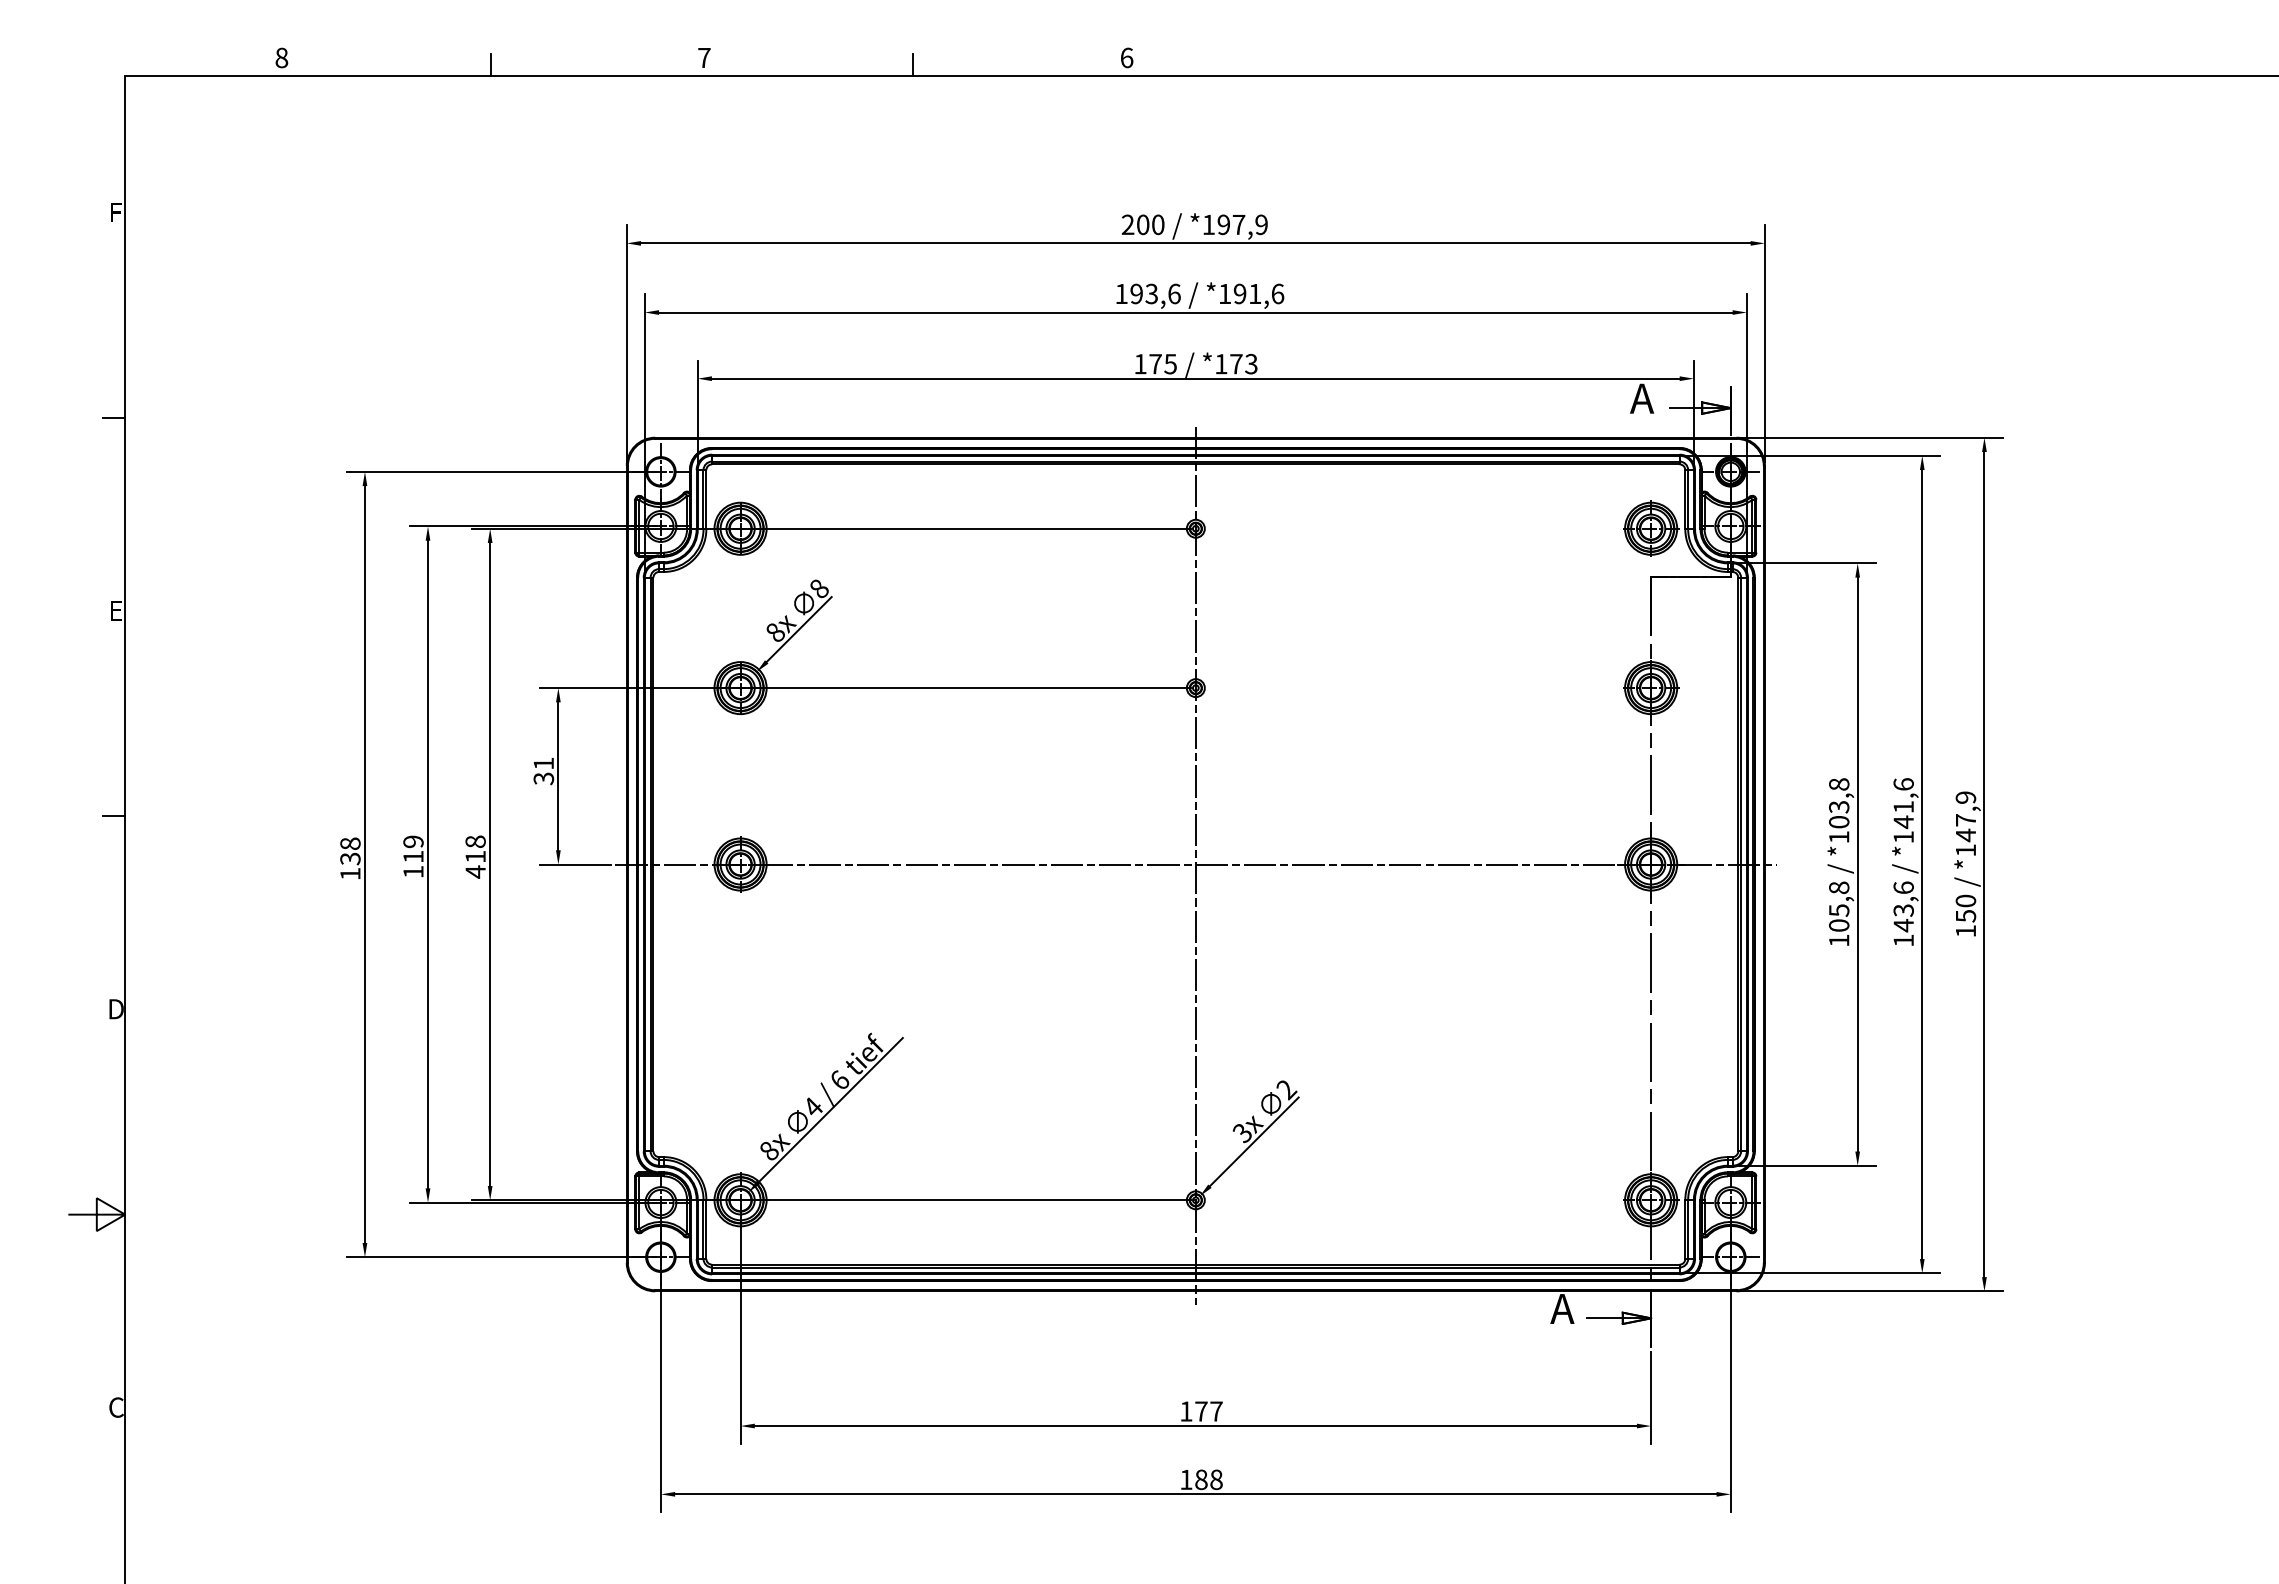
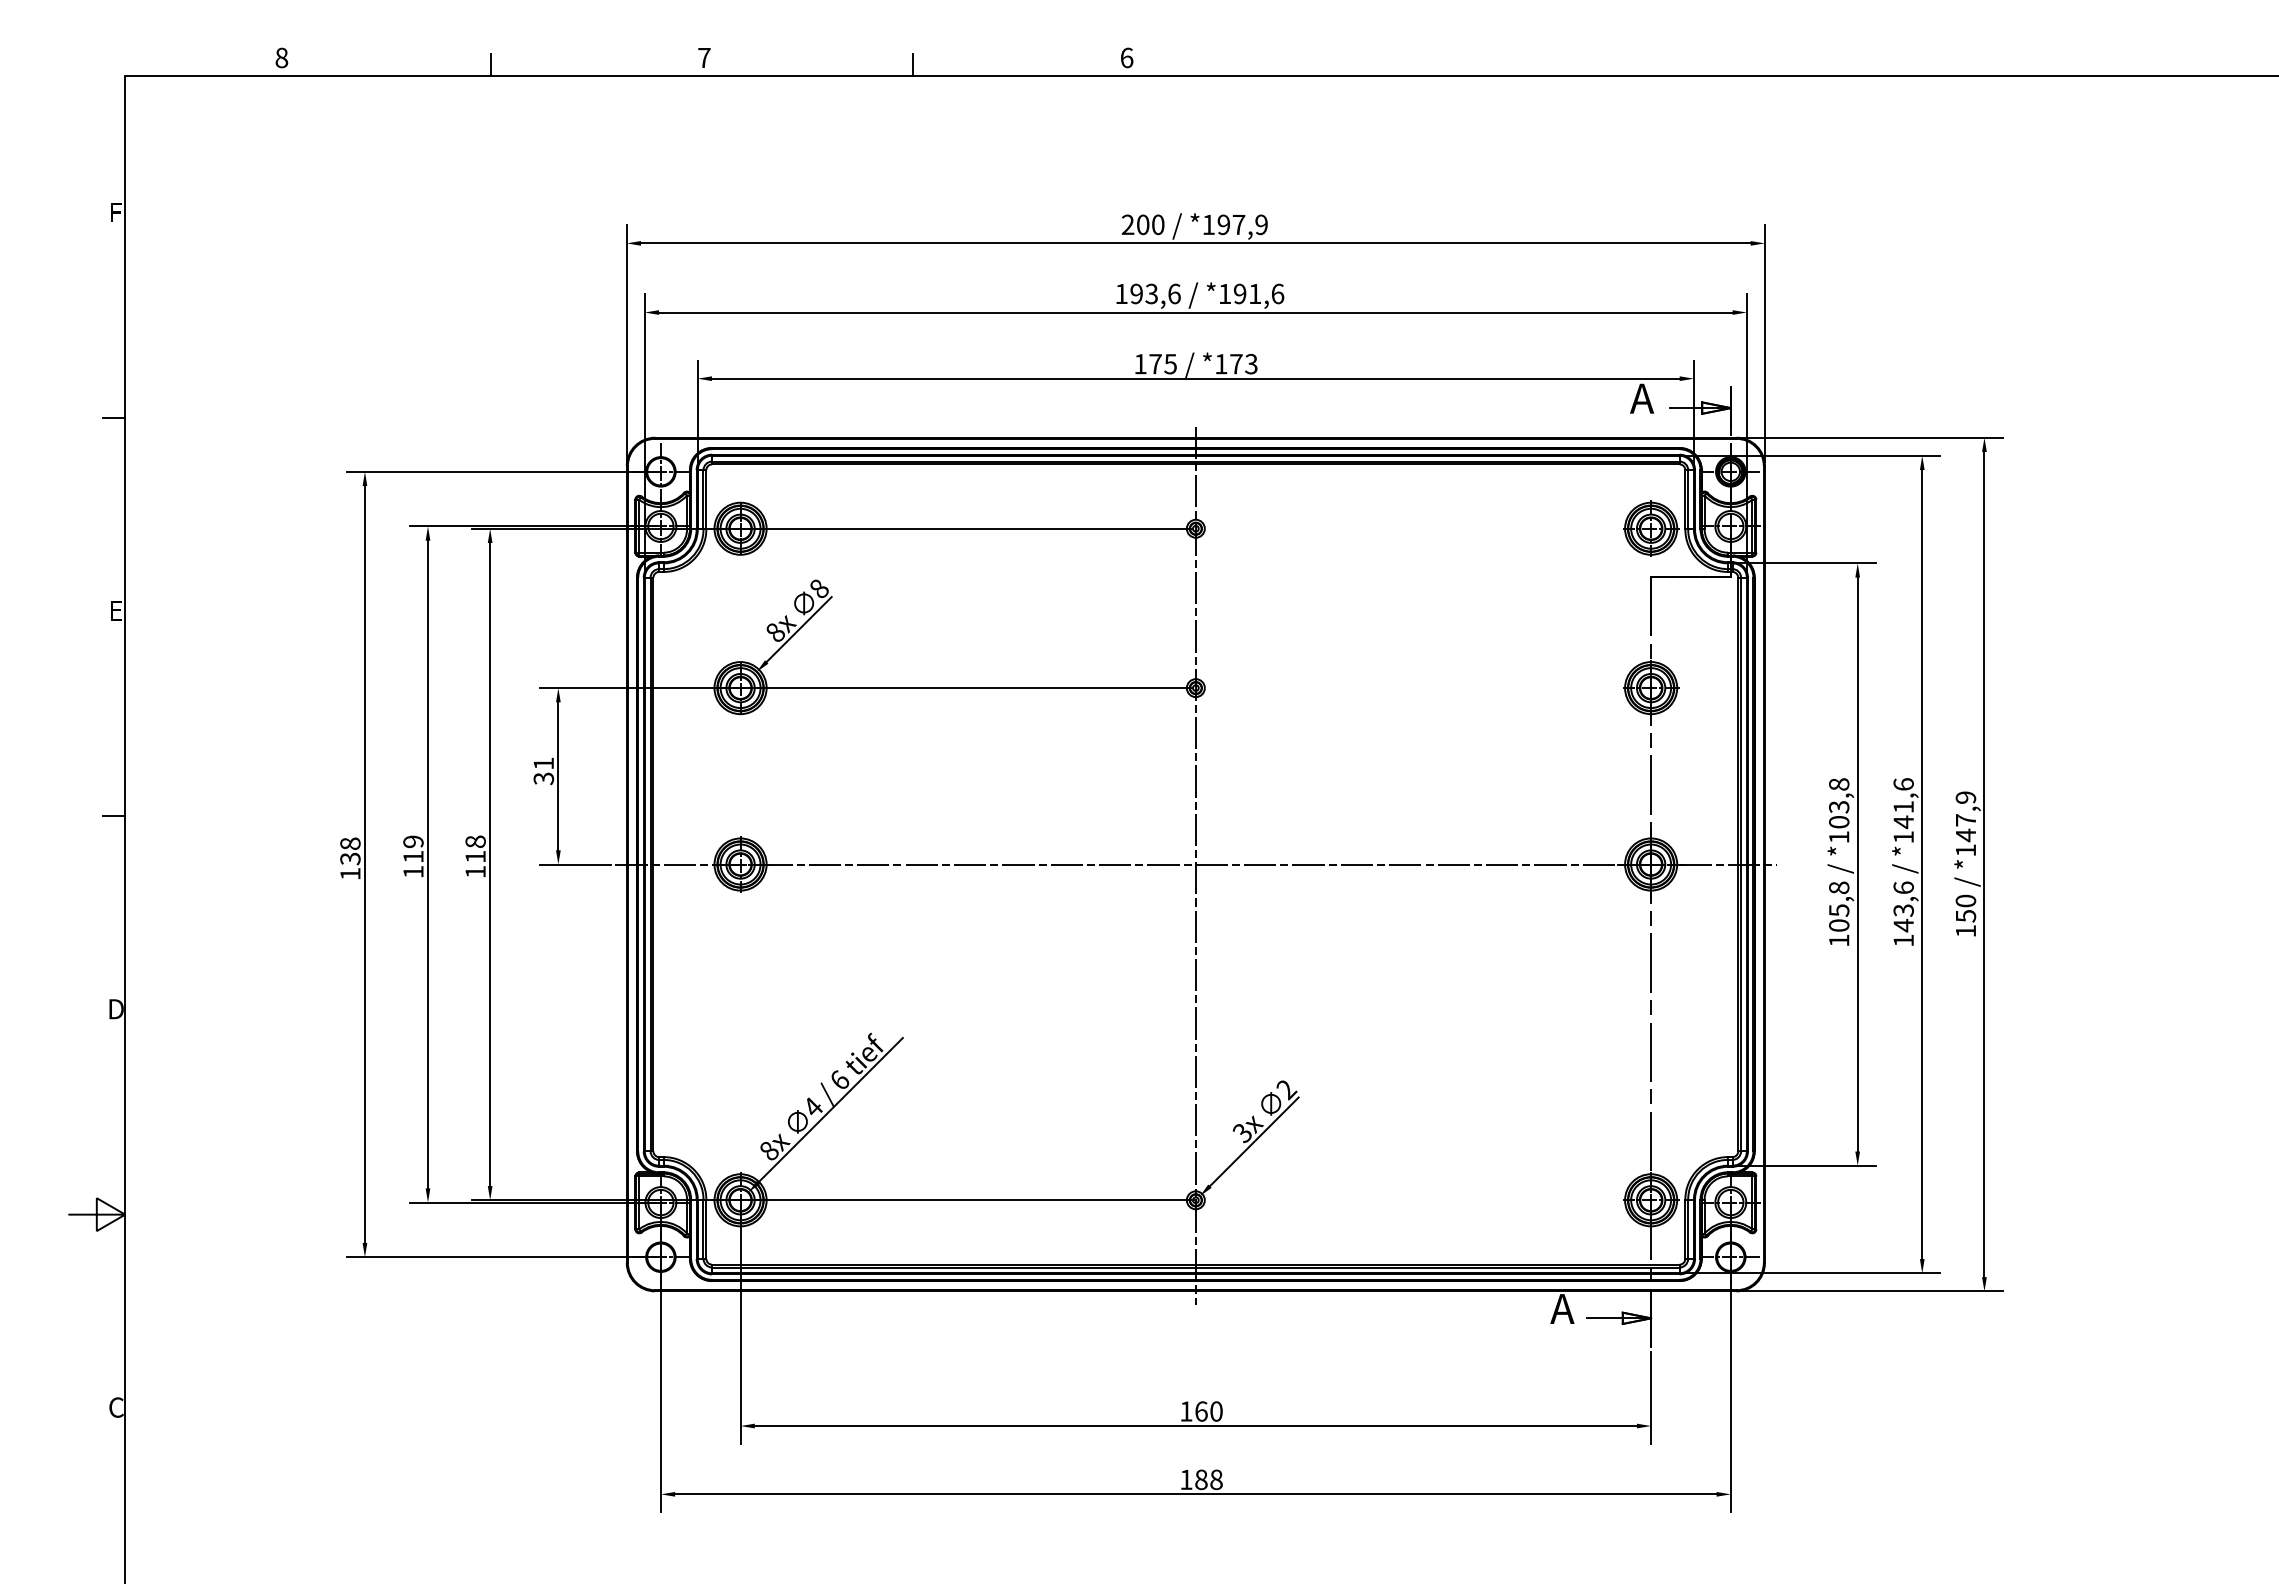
text at (475, 871): 418 -> 118
text at (1208, 1411): 177 -> 160
